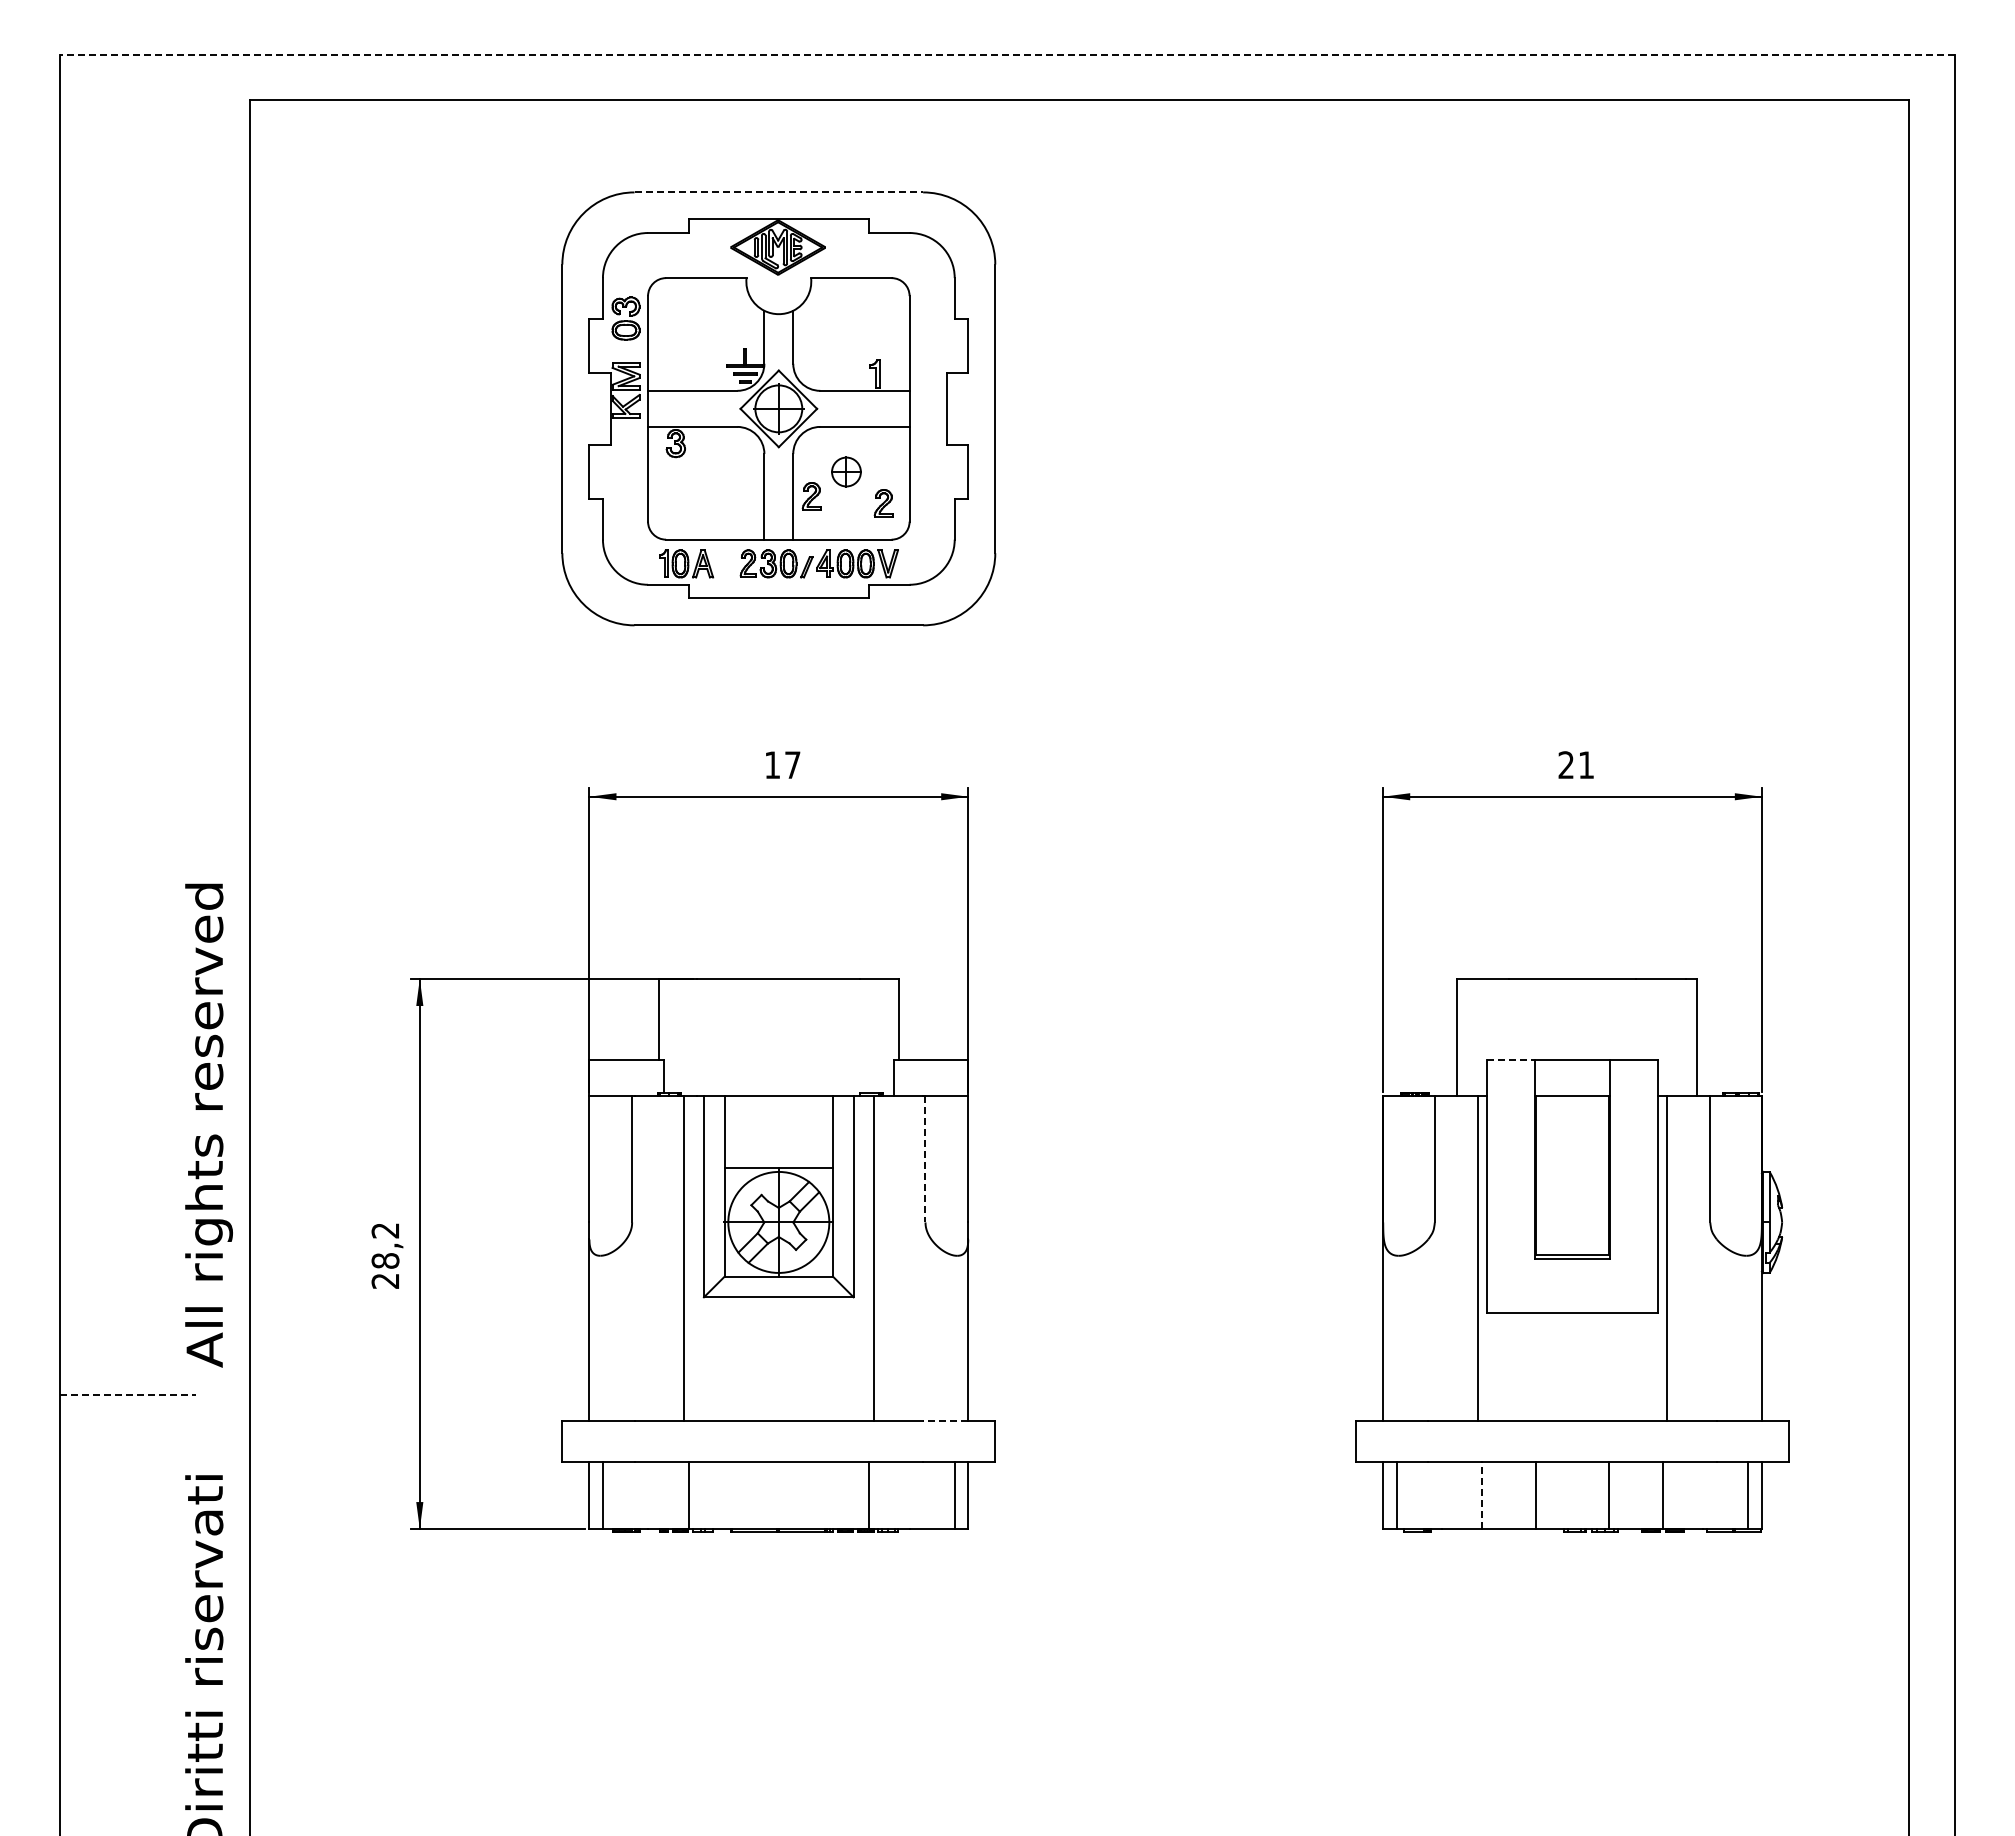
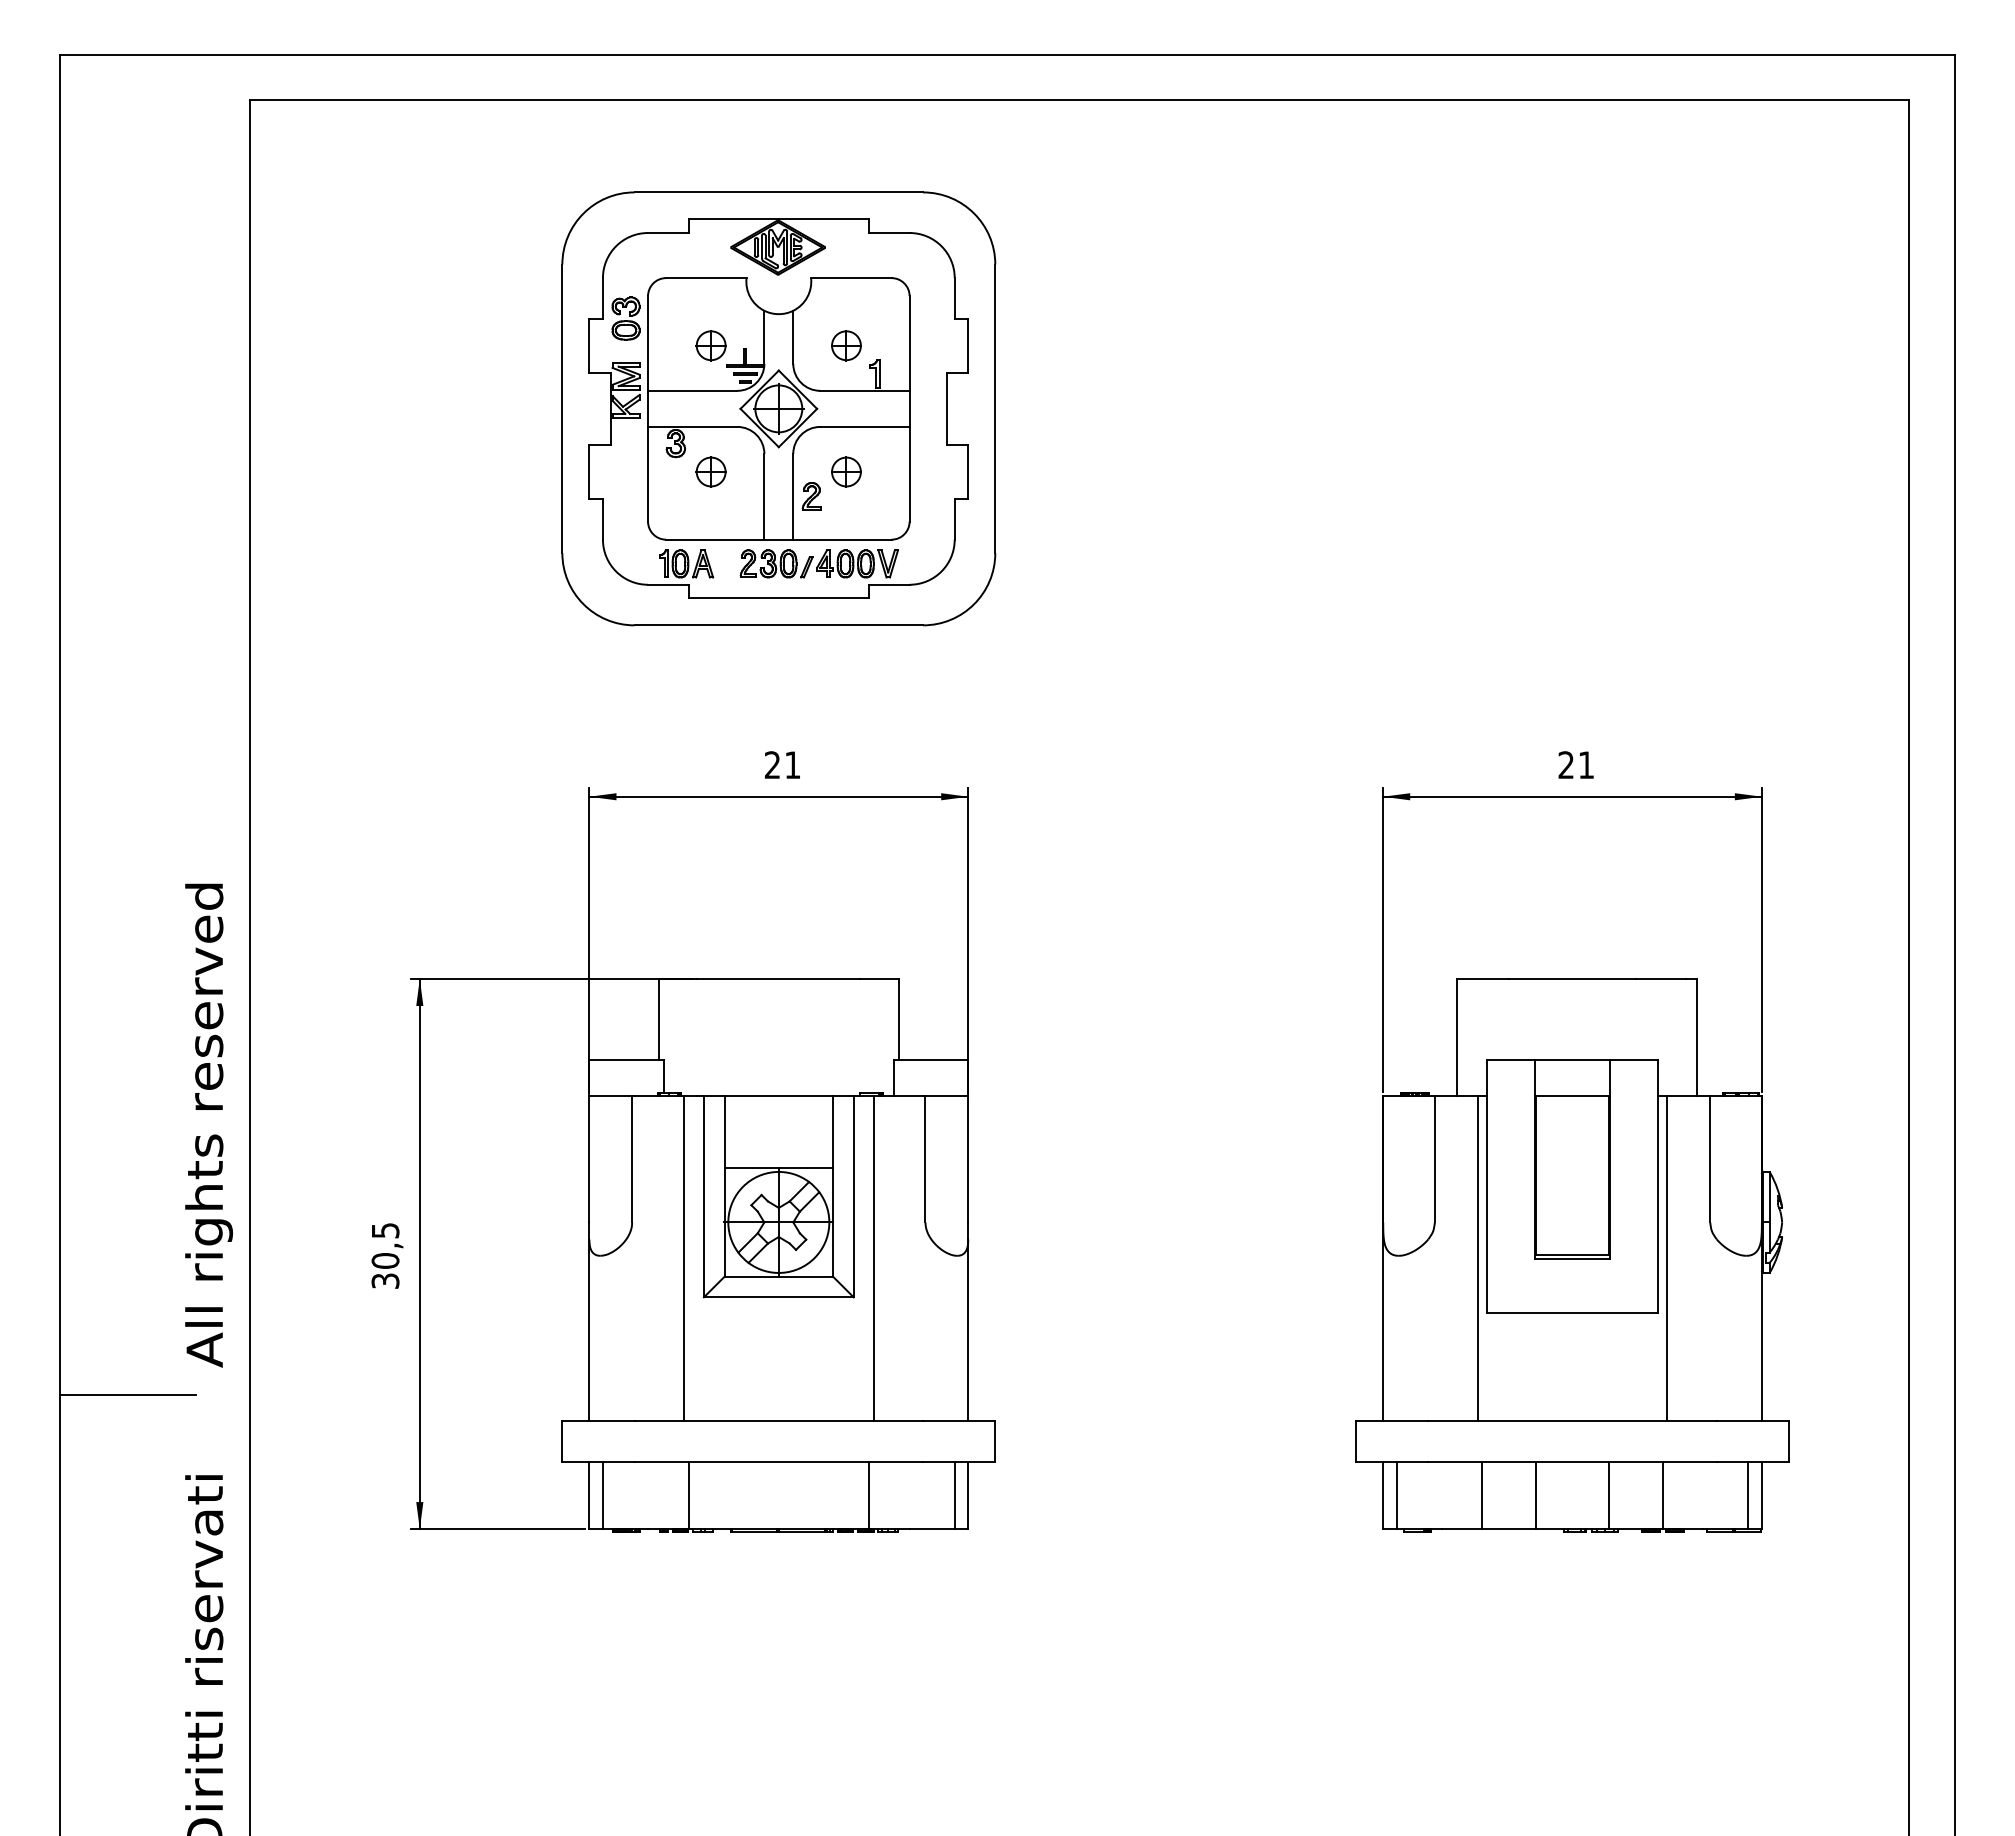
line at (1007, 55): dashed -> solid
line at (779, 192): dashed -> solid
part at (710, 345): none -> present
part at (846, 345): none -> present
part at (710, 471): none -> present
part at (883, 503): present -> none
text at (782, 764): 17 -> 21
line at (1510, 1060): dashed -> solid
line at (925, 1159): dashed -> solid
text at (385, 1255): 28,2 -> 30,5
line at (128, 1394): dashed -> solid
line at (945, 1420): dashed -> solid
line at (1482, 1495): dashed -> solid
